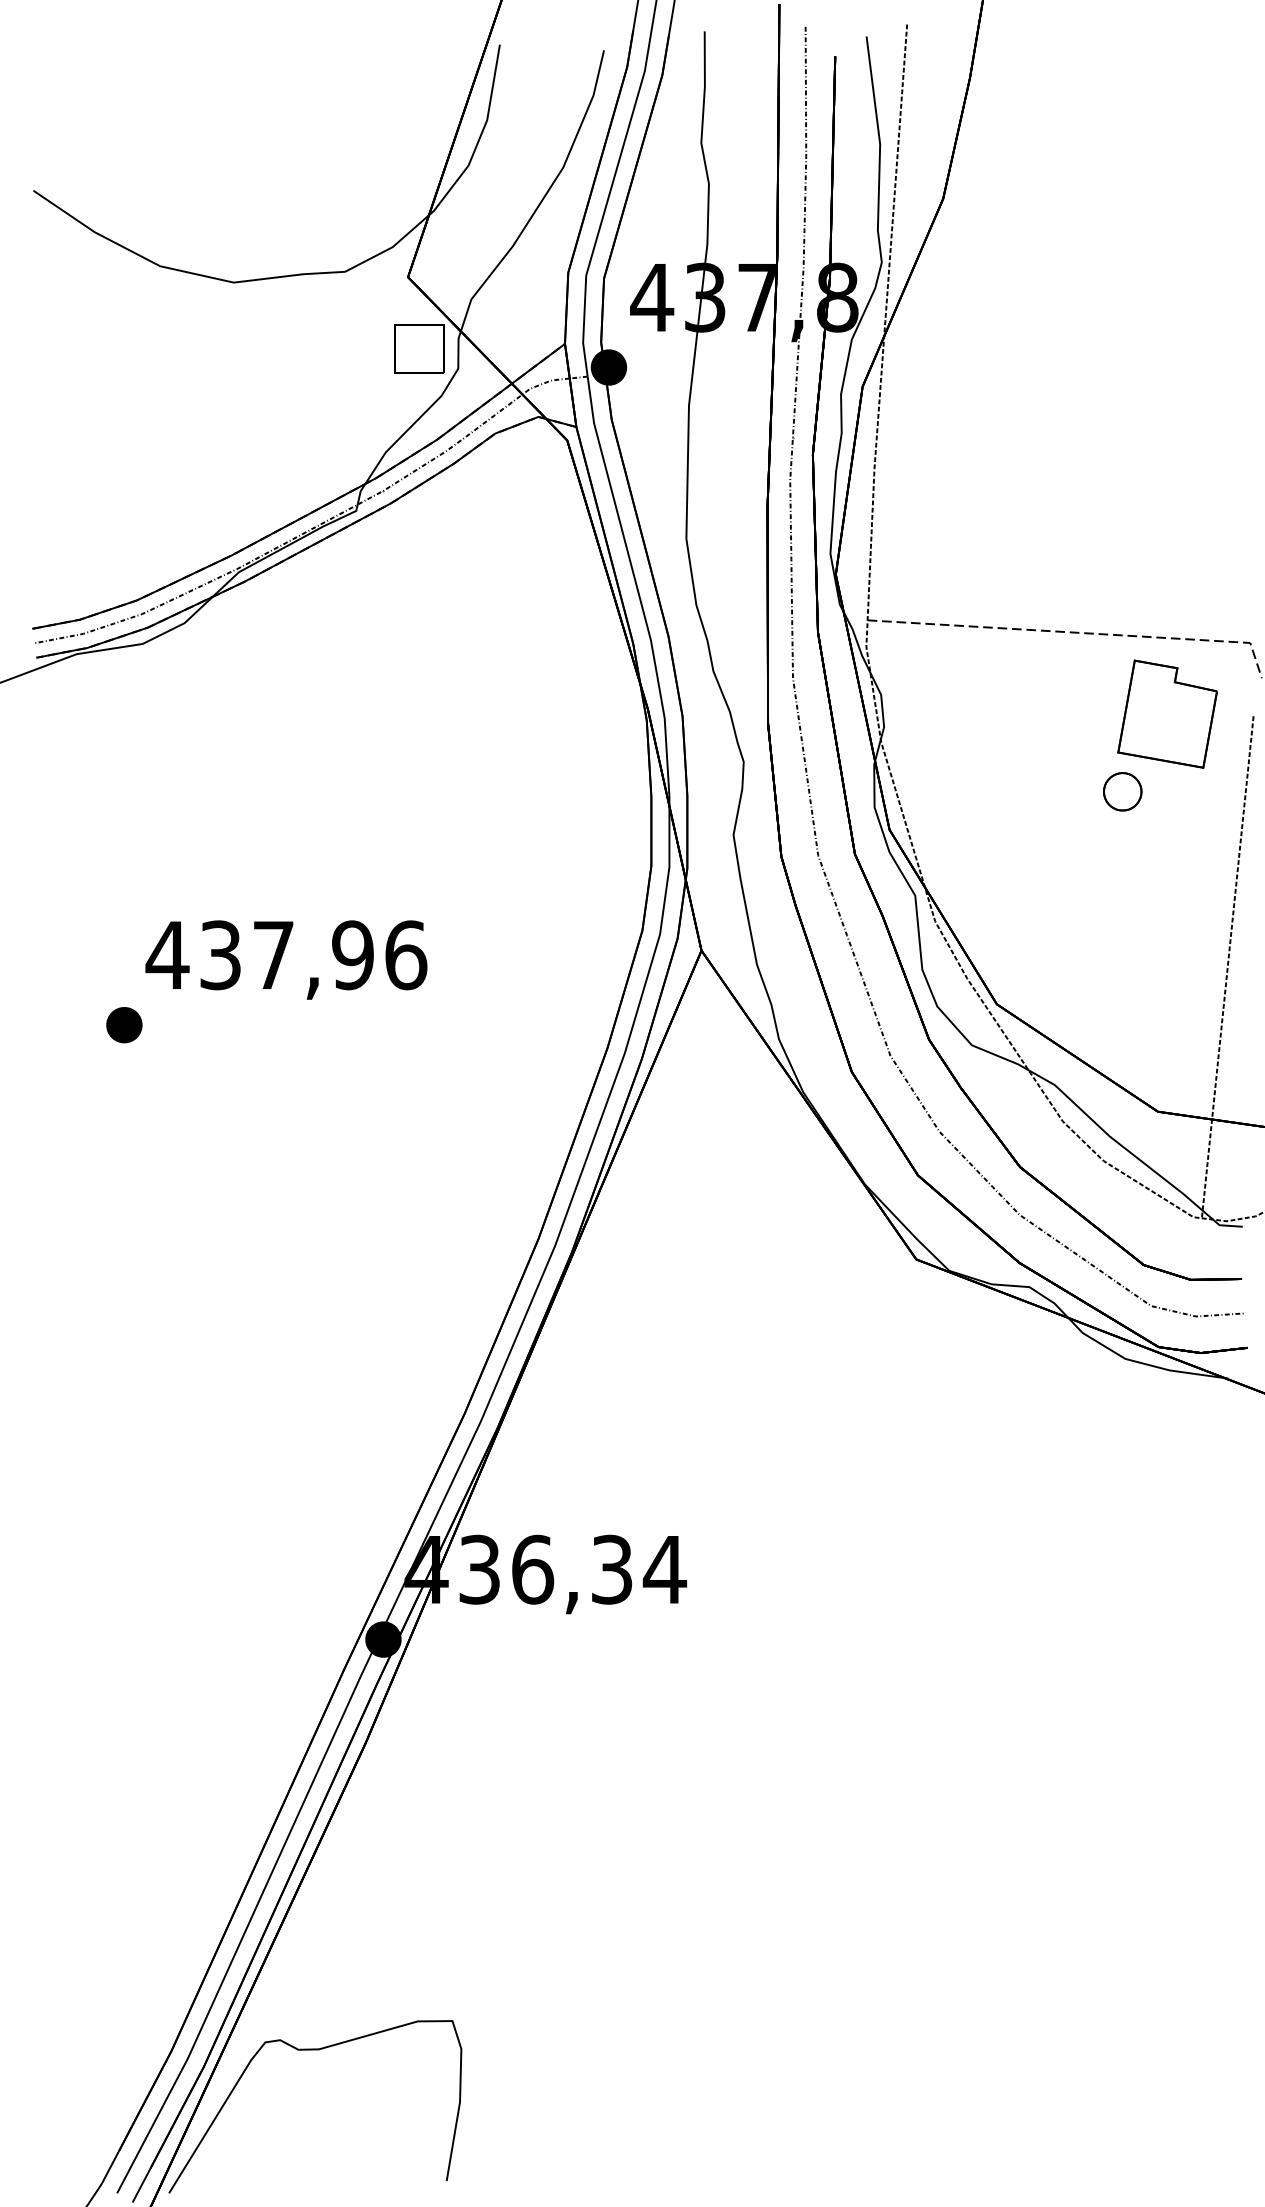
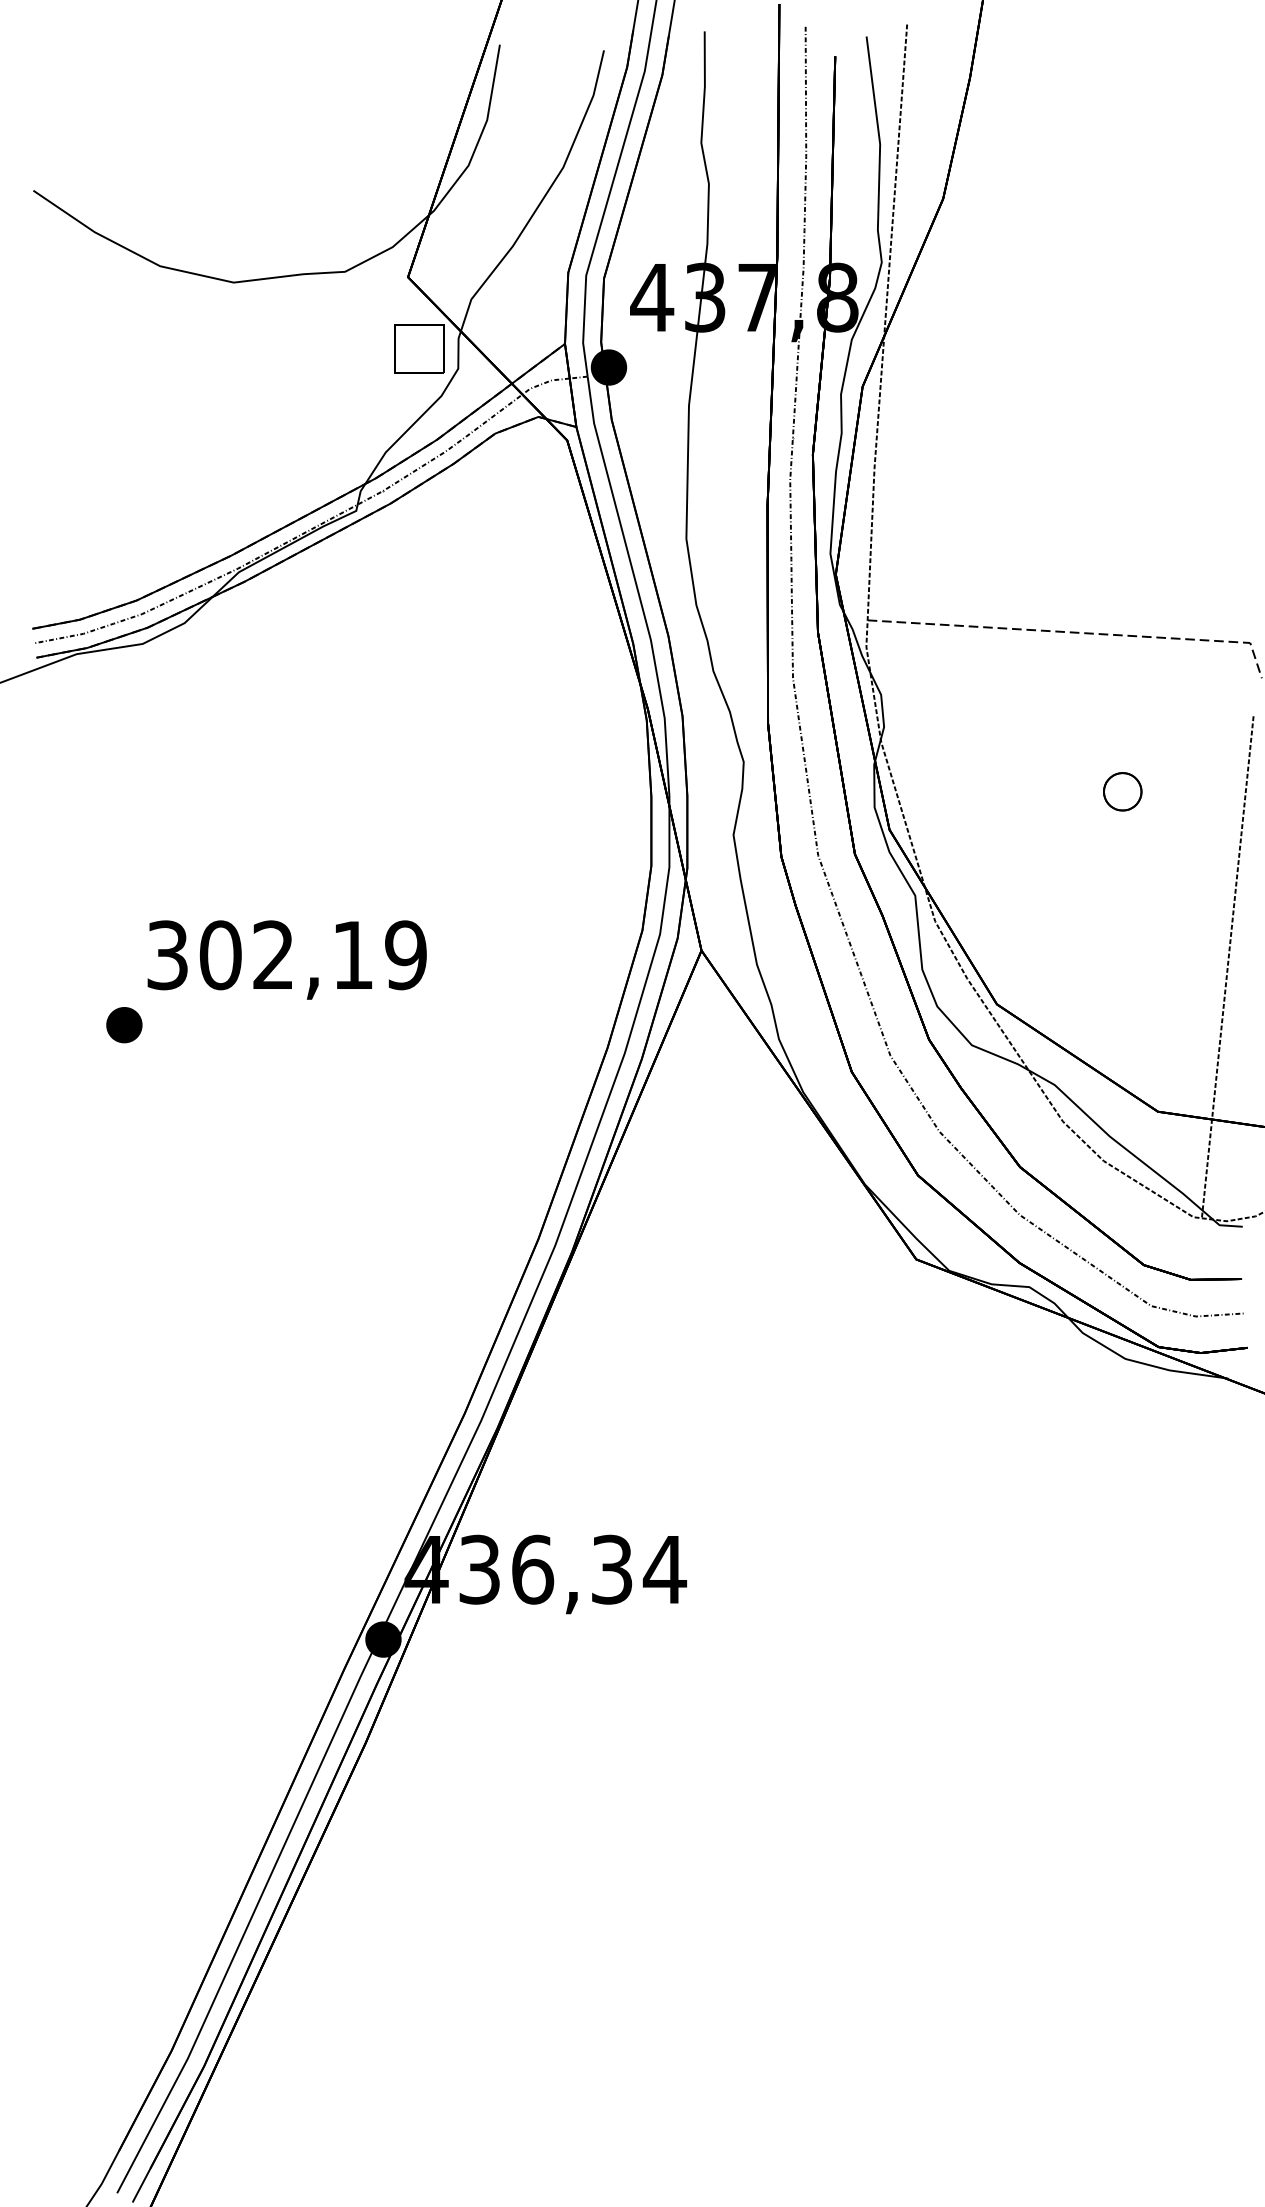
part at (1167, 713): present -> none
text at (286, 955): 437,96 -> 302,19
curve at (315, 2050): present -> none
